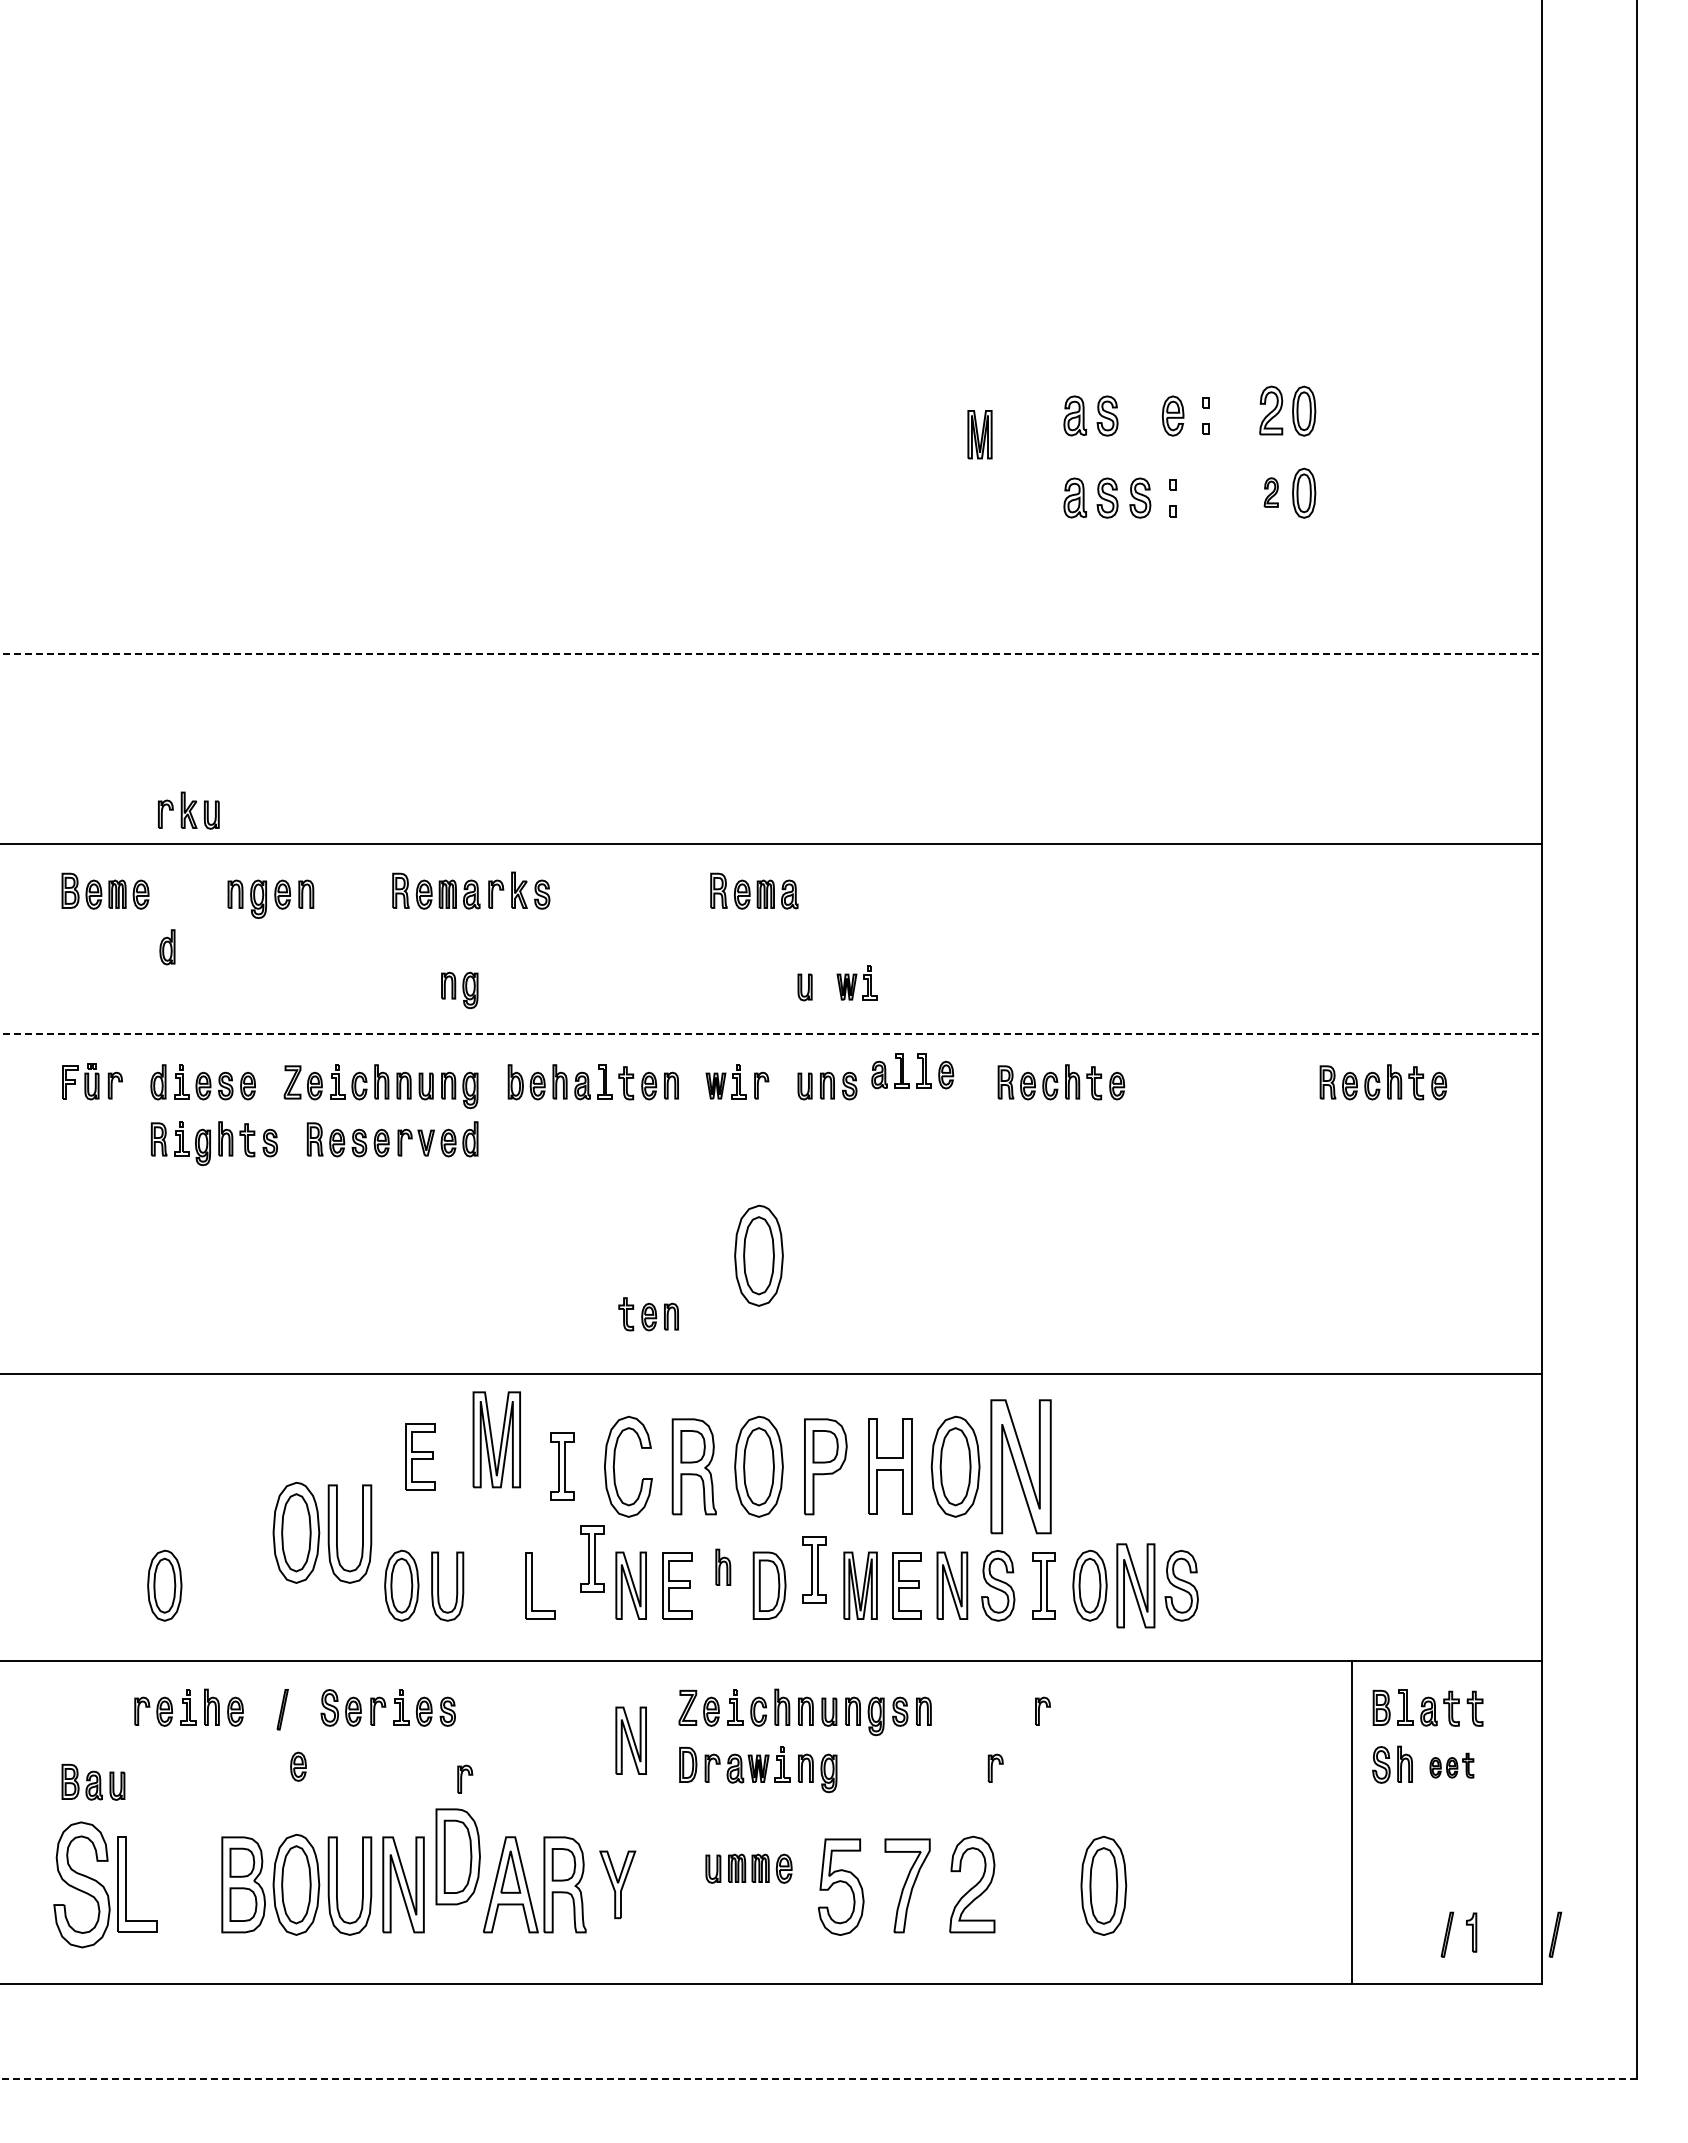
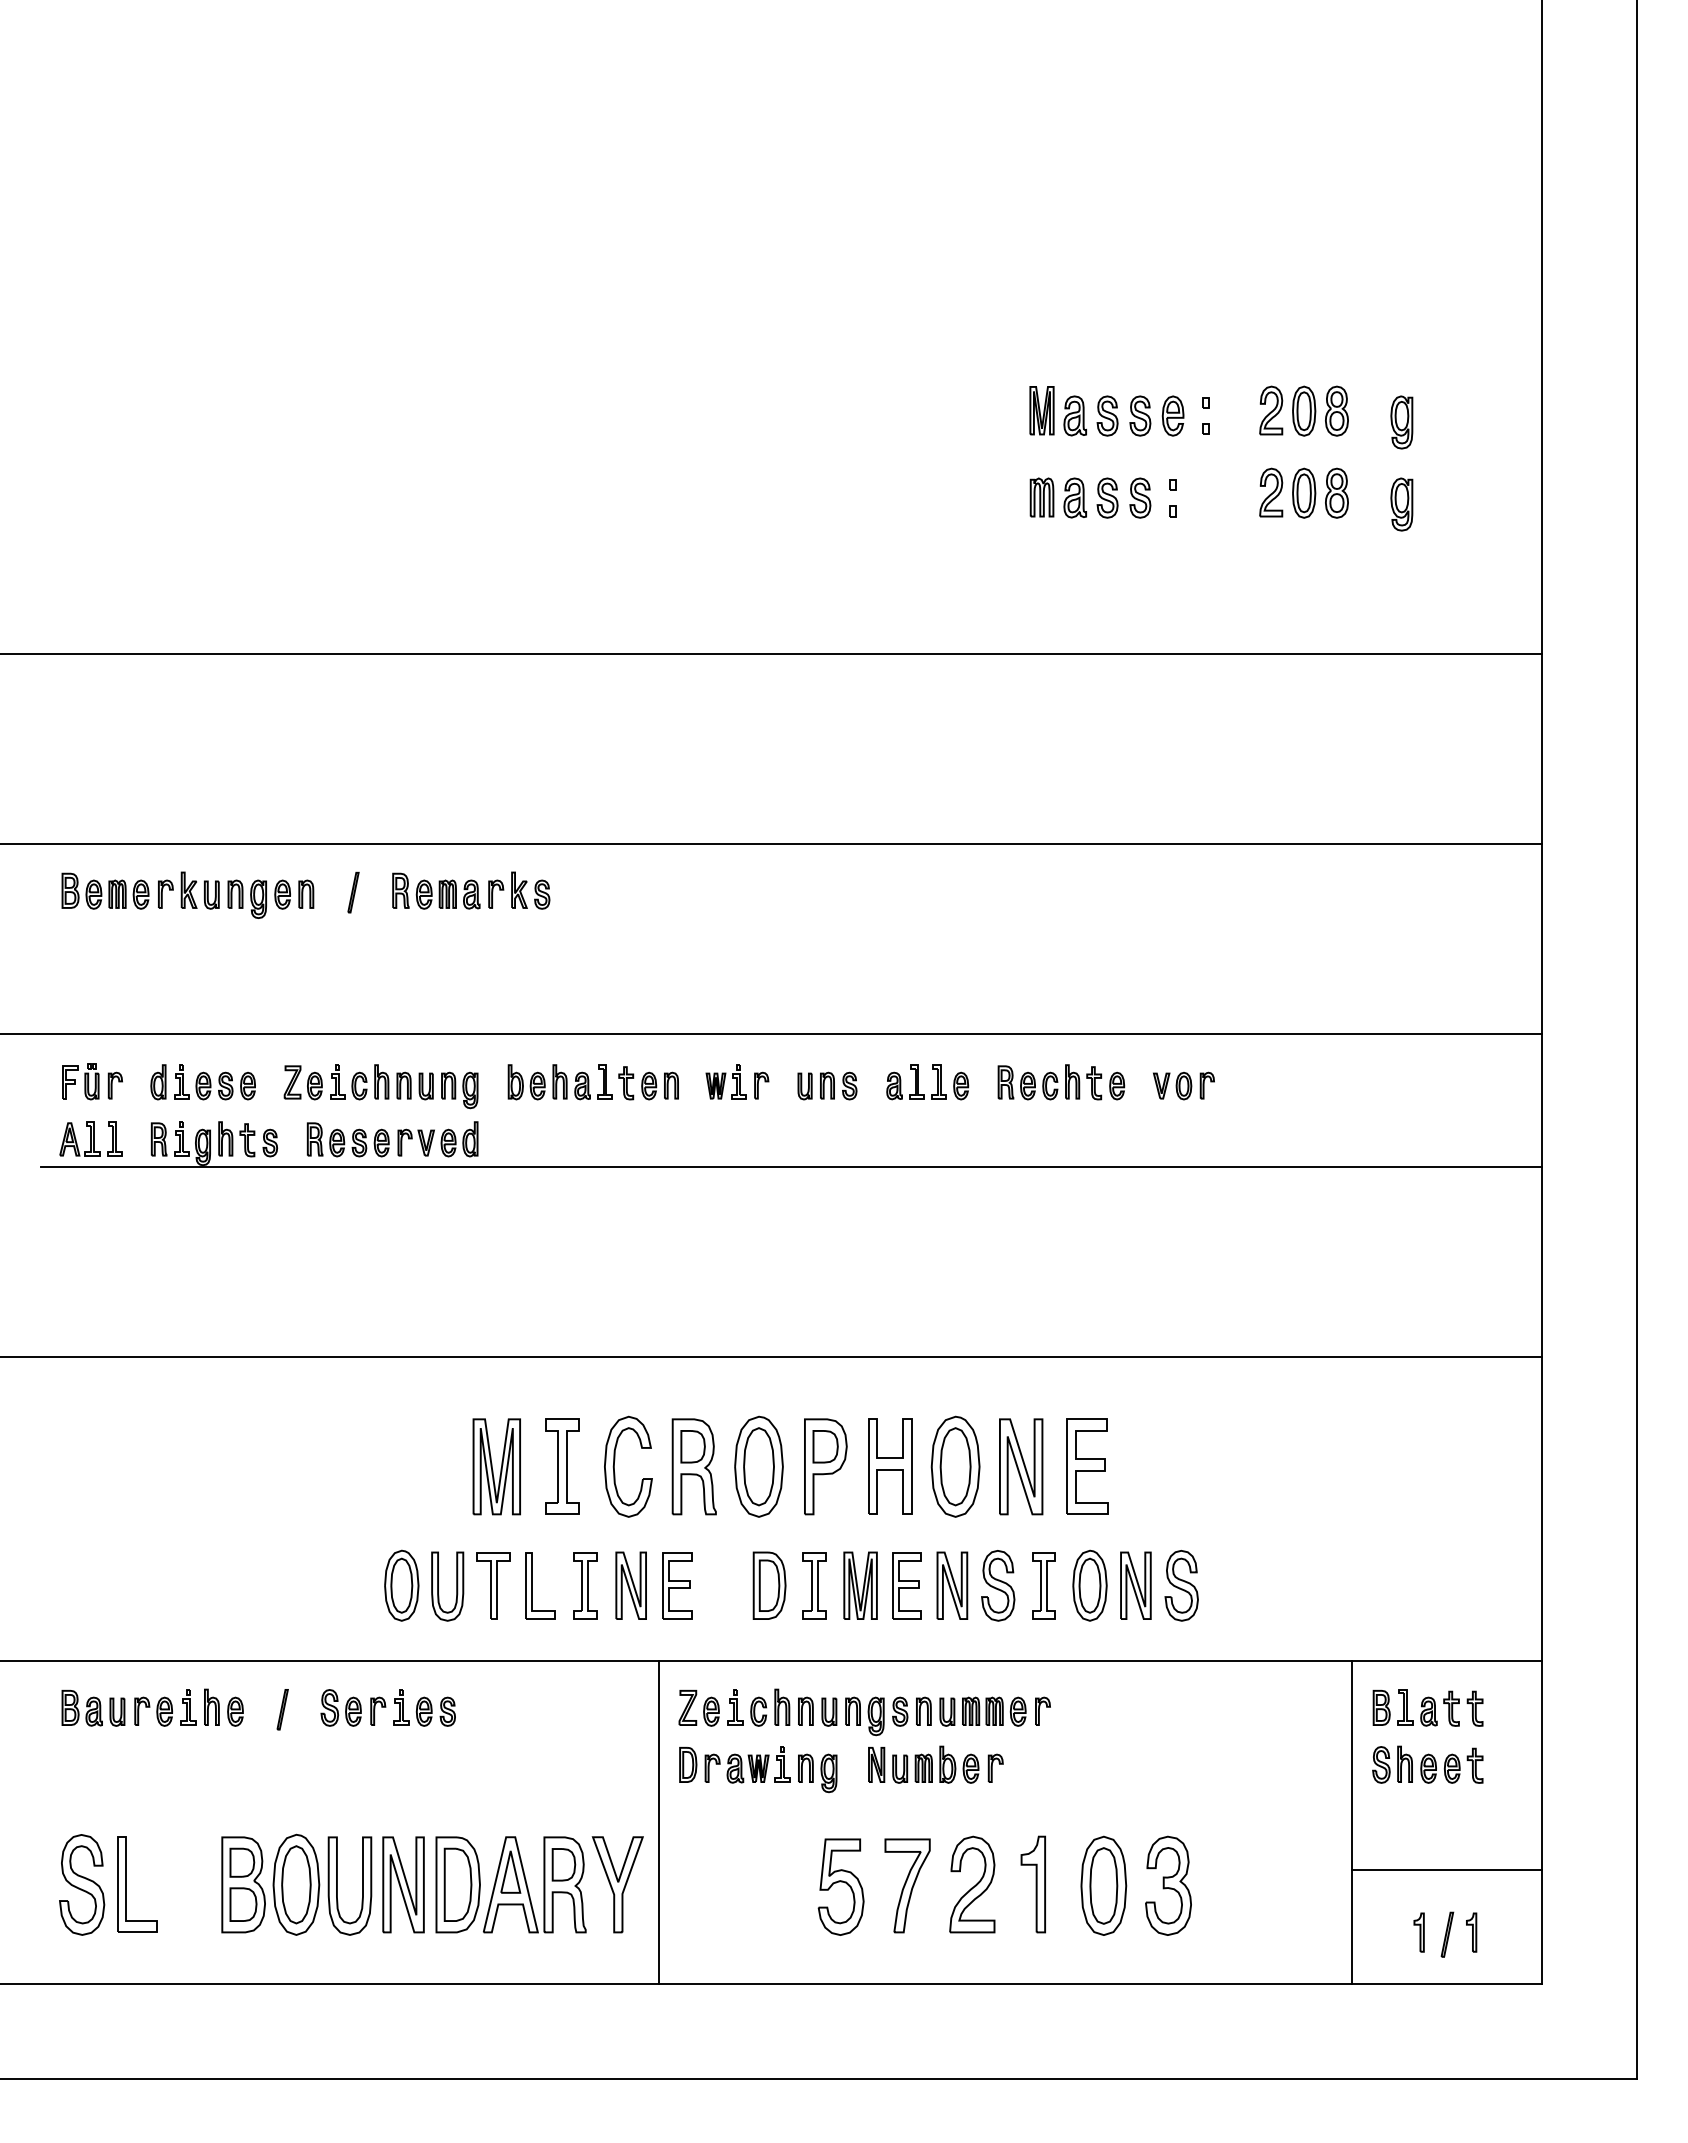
part at (1336, 410): none -> present
part at (1140, 415): none -> present
part at (1401, 422): none -> present
part at (979, 434) position: (979, 434) -> (1041, 410)
part at (1270, 492) size: 16x31 px -> 25x51 px
part at (1336, 492): none -> present
part at (1041, 497): none -> present
part at (1401, 504): none -> present
line at (771, 653): dashed -> solid
part at (188, 810) position: (188, 810) -> (188, 890)
part at (754, 890): present -> none
part at (353, 892): none -> present
part at (167, 947): present -> none
part at (856, 982): present -> none
part at (804, 987): present -> none
part at (459, 990): present -> none
line at (771, 1033): dashed -> solid
part at (903, 1071) position: (903, 1071) -> (918, 1082)
part at (1383, 1082): present -> none
part at (1183, 1085): none -> present
part at (90, 1138): none -> present
line at (791, 1166): none -> present
part at (758, 1255): present -> none
part at (648, 1314): present -> none
line at (772, 1373) position: (772, 1373) -> (772, 1356)
part at (496, 1439) position: (496, 1439) -> (496, 1466)
part at (420, 1456): present -> none
part at (562, 1466) size: 25x69 px -> 35x97 px
part at (1020, 1466) size: 62x136 px -> 45x98 px
part at (1087, 1466): none -> present
part at (322, 1532): present -> none
part at (592, 1558) position: (592, 1558) -> (585, 1585)
part at (723, 1566): present -> none
part at (814, 1569) position: (814, 1569) -> (814, 1585)
part at (164, 1585): present -> none
part at (493, 1585): none -> present
part at (1135, 1585) size: 40x86 px -> 32x69 px
part at (630, 1740): present -> none
part at (923, 1764): none -> present
part at (1451, 1765) size: 46x27 px -> 64x37 px
part at (298, 1766): present -> none
part at (465, 1778): present -> none
part at (93, 1781) position: (93, 1781) -> (93, 1707)
line at (658, 1821): none -> present
part at (457, 1856) position: (457, 1856) -> (457, 1884)
part at (748, 1868) position: (748, 1868) -> (982, 1711)
line at (1447, 1869): none -> present
part at (81, 1884) size: 58x128 px -> 47x102 px
part at (617, 1884) size: 38x70 px -> 53x98 px
part at (1032, 1884): none -> present
part at (1168, 1885): none -> present
part at (1418, 1932): none -> present
part at (1555, 1934): present -> none
line at (819, 2078): dashed -> solid
